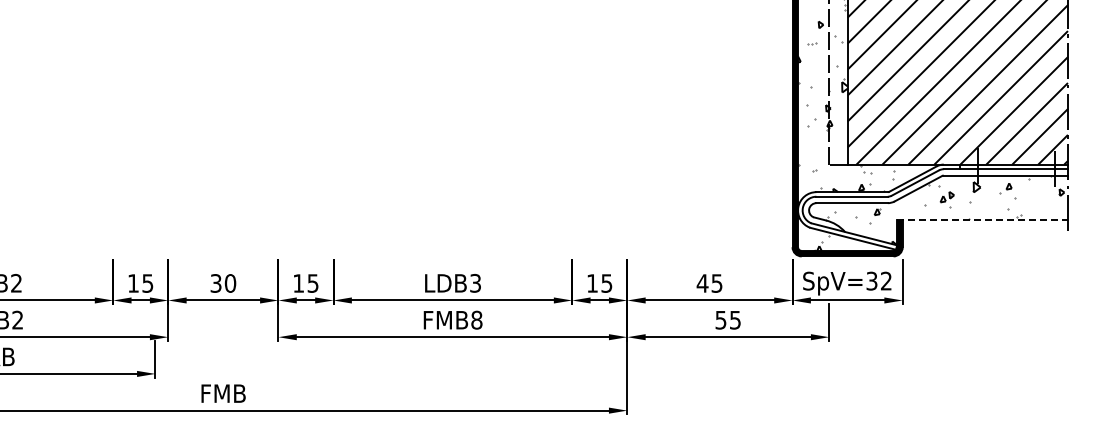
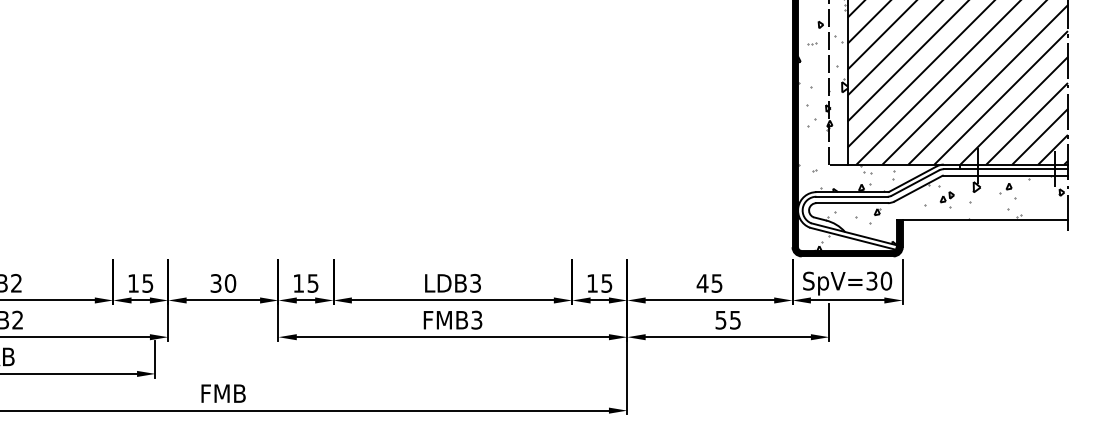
line at (983, 219): dashed -> solid
text at (886, 280): SpV=32 -> SpV=30
text at (476, 319): FMB8 -> FMB3
